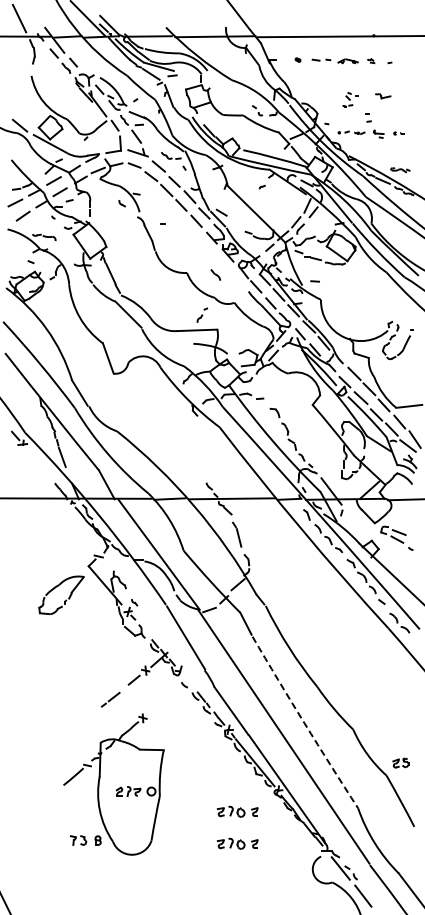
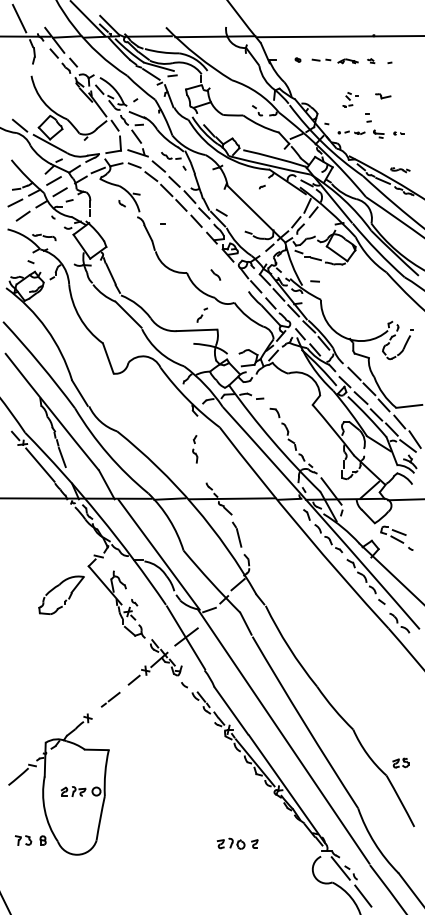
part at (195, 449): none -> present
line at (40, 464): none -> present
line at (186, 636): none -> present
arc at (304, 723): dashed -> solid
part at (113, 784) position: (113, 784) -> (58, 784)
part at (237, 811): present -> none
